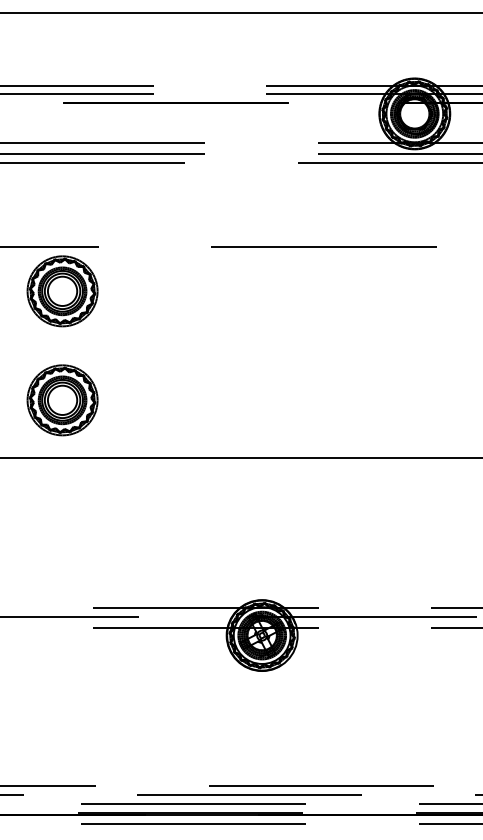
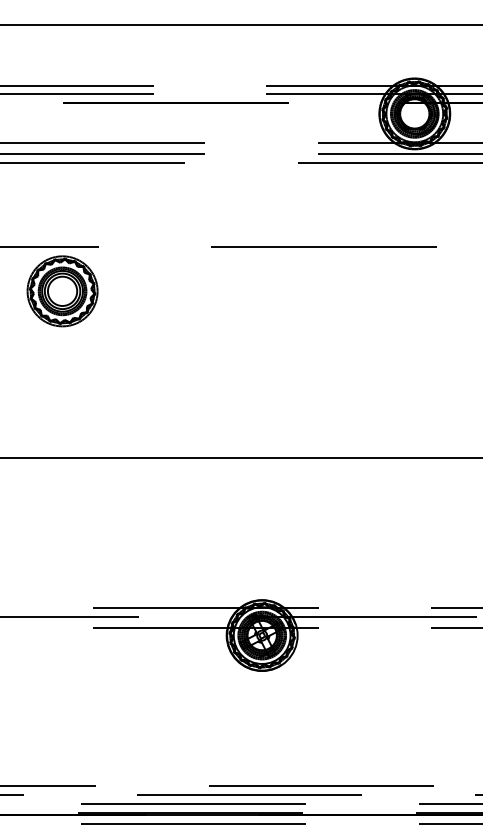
line at (240, 13) position: (240, 13) -> (240, 25)
part at (62, 400): present -> none
